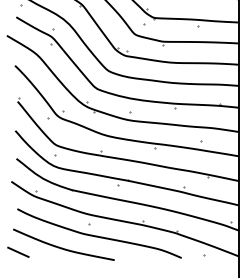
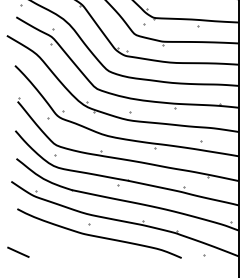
curve at (62, 247): present -> none
